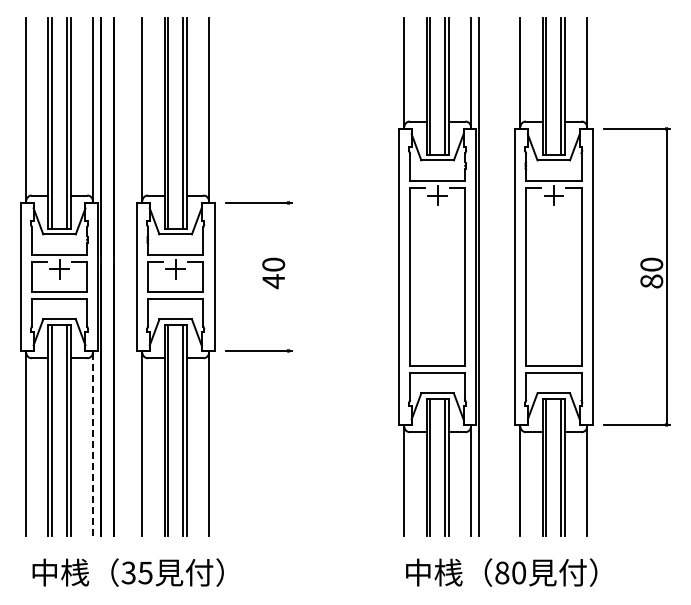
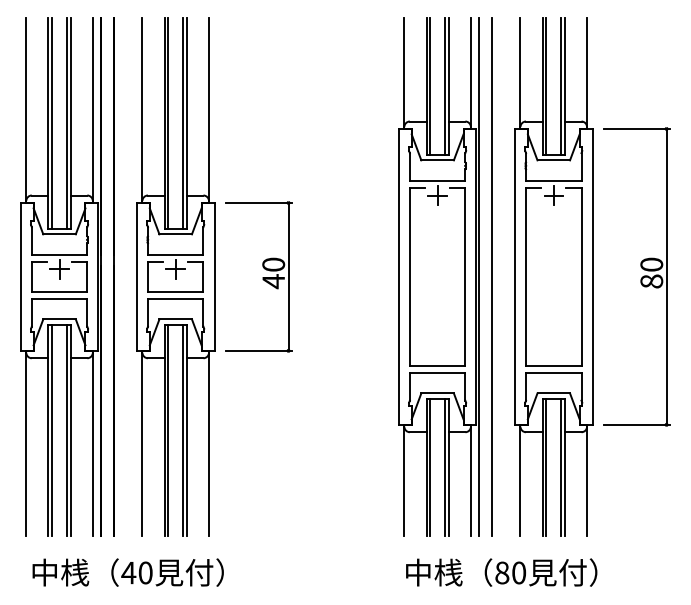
line at (288, 276): none -> present
line at (492, 276): none -> present
line at (92, 444): dashed -> solid
text at (136, 572): 35 -> 40
